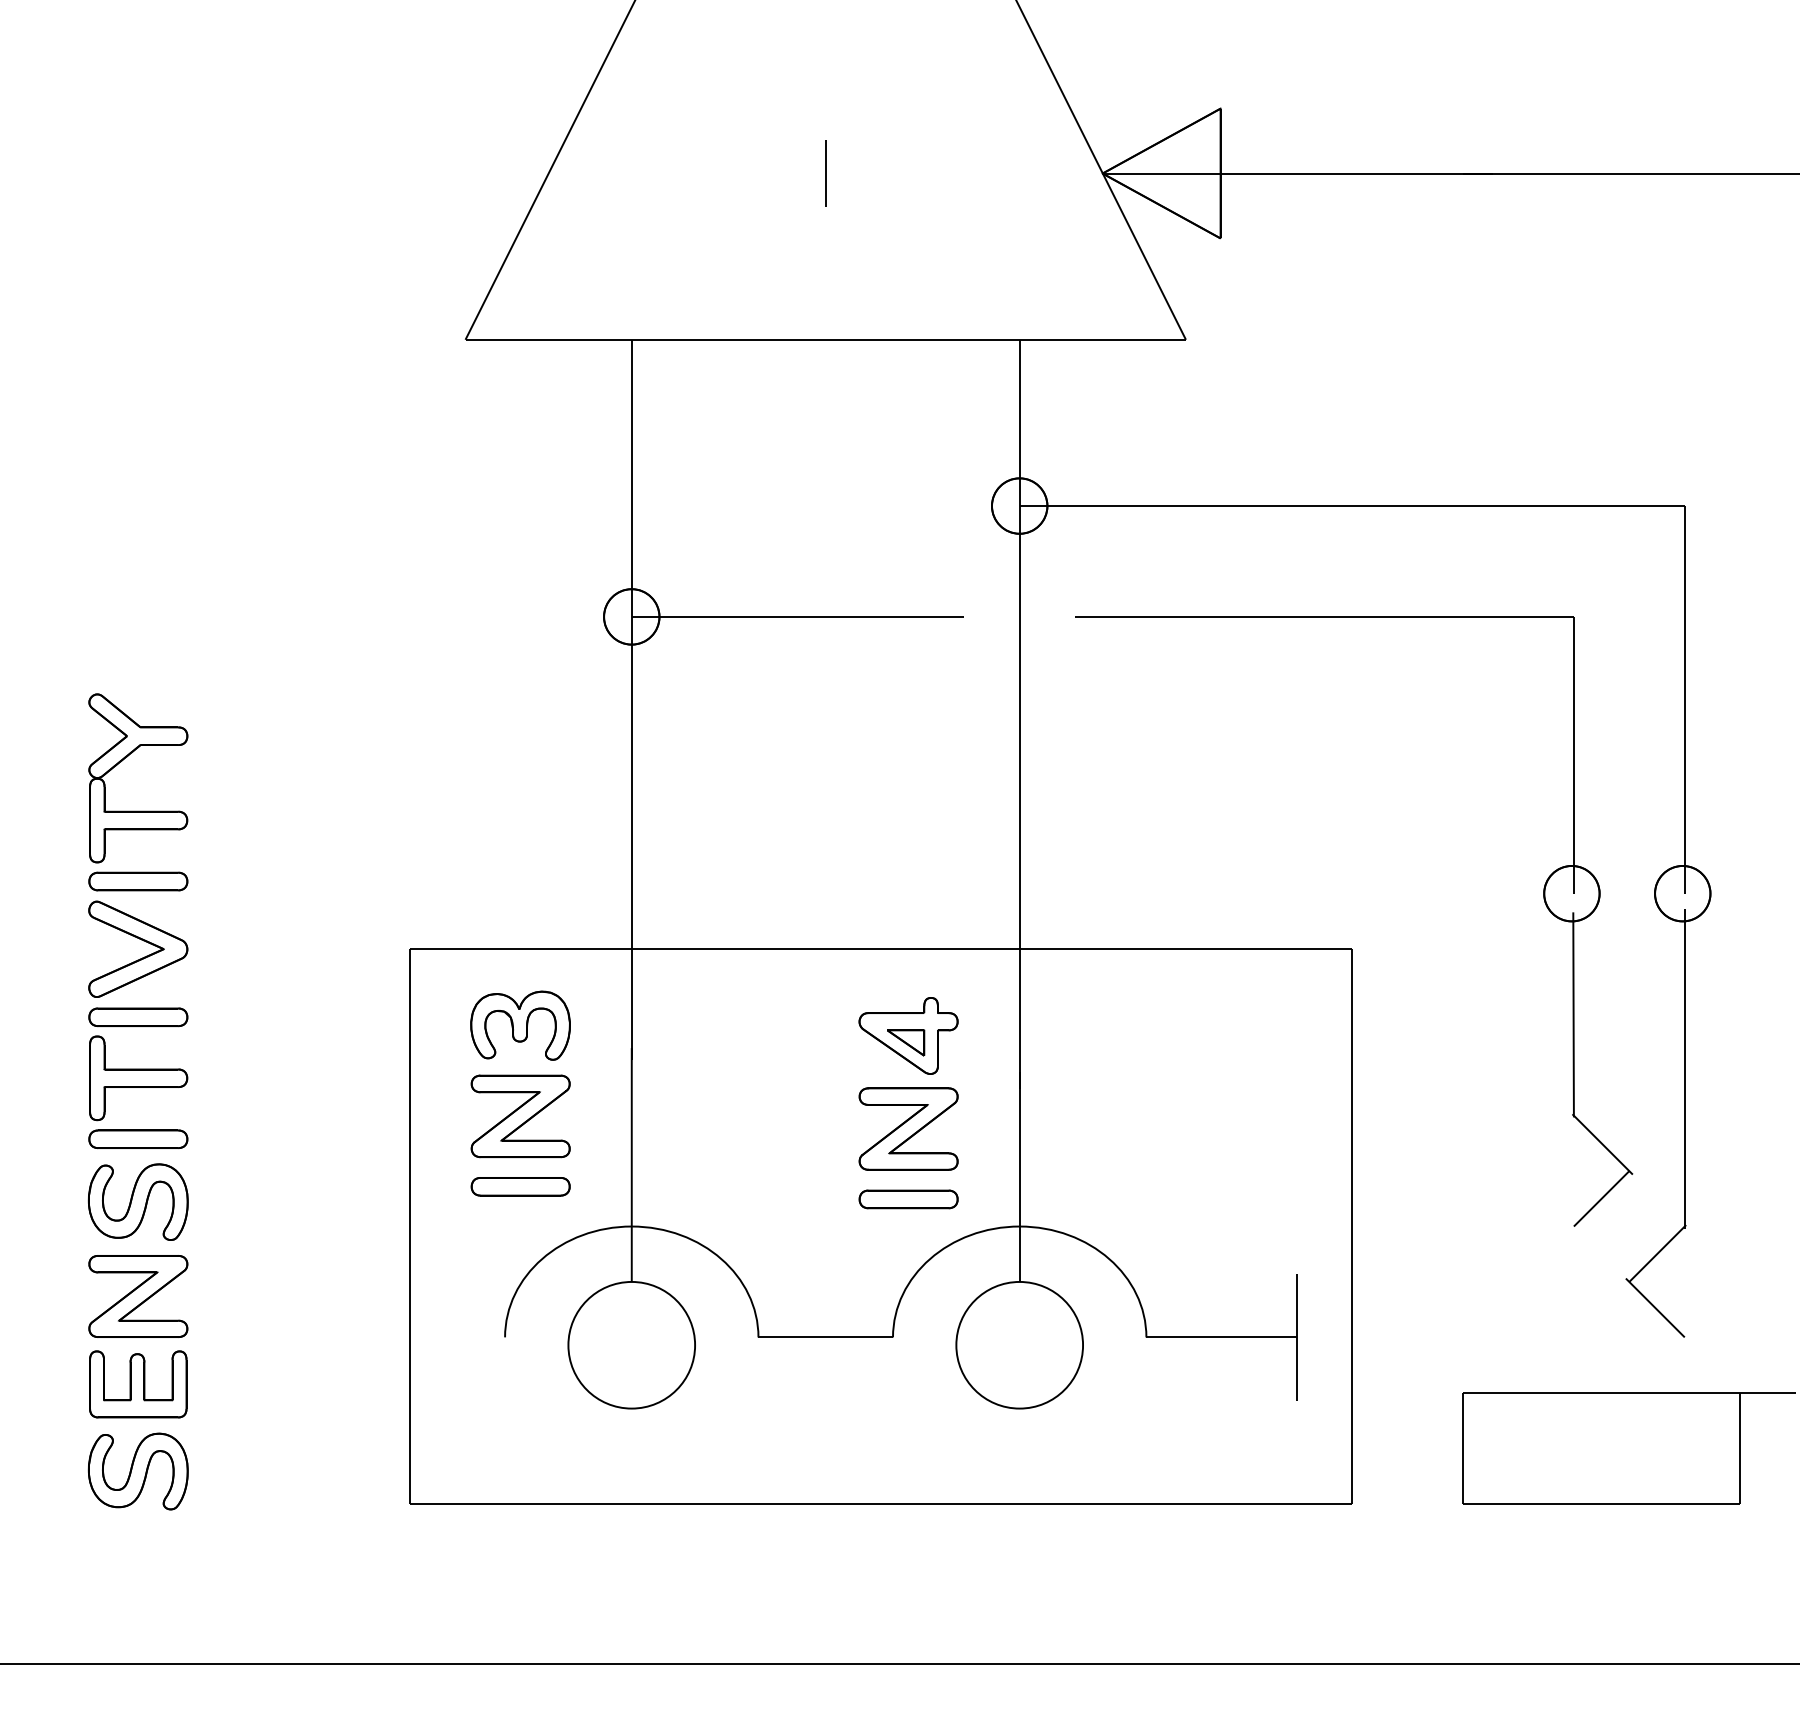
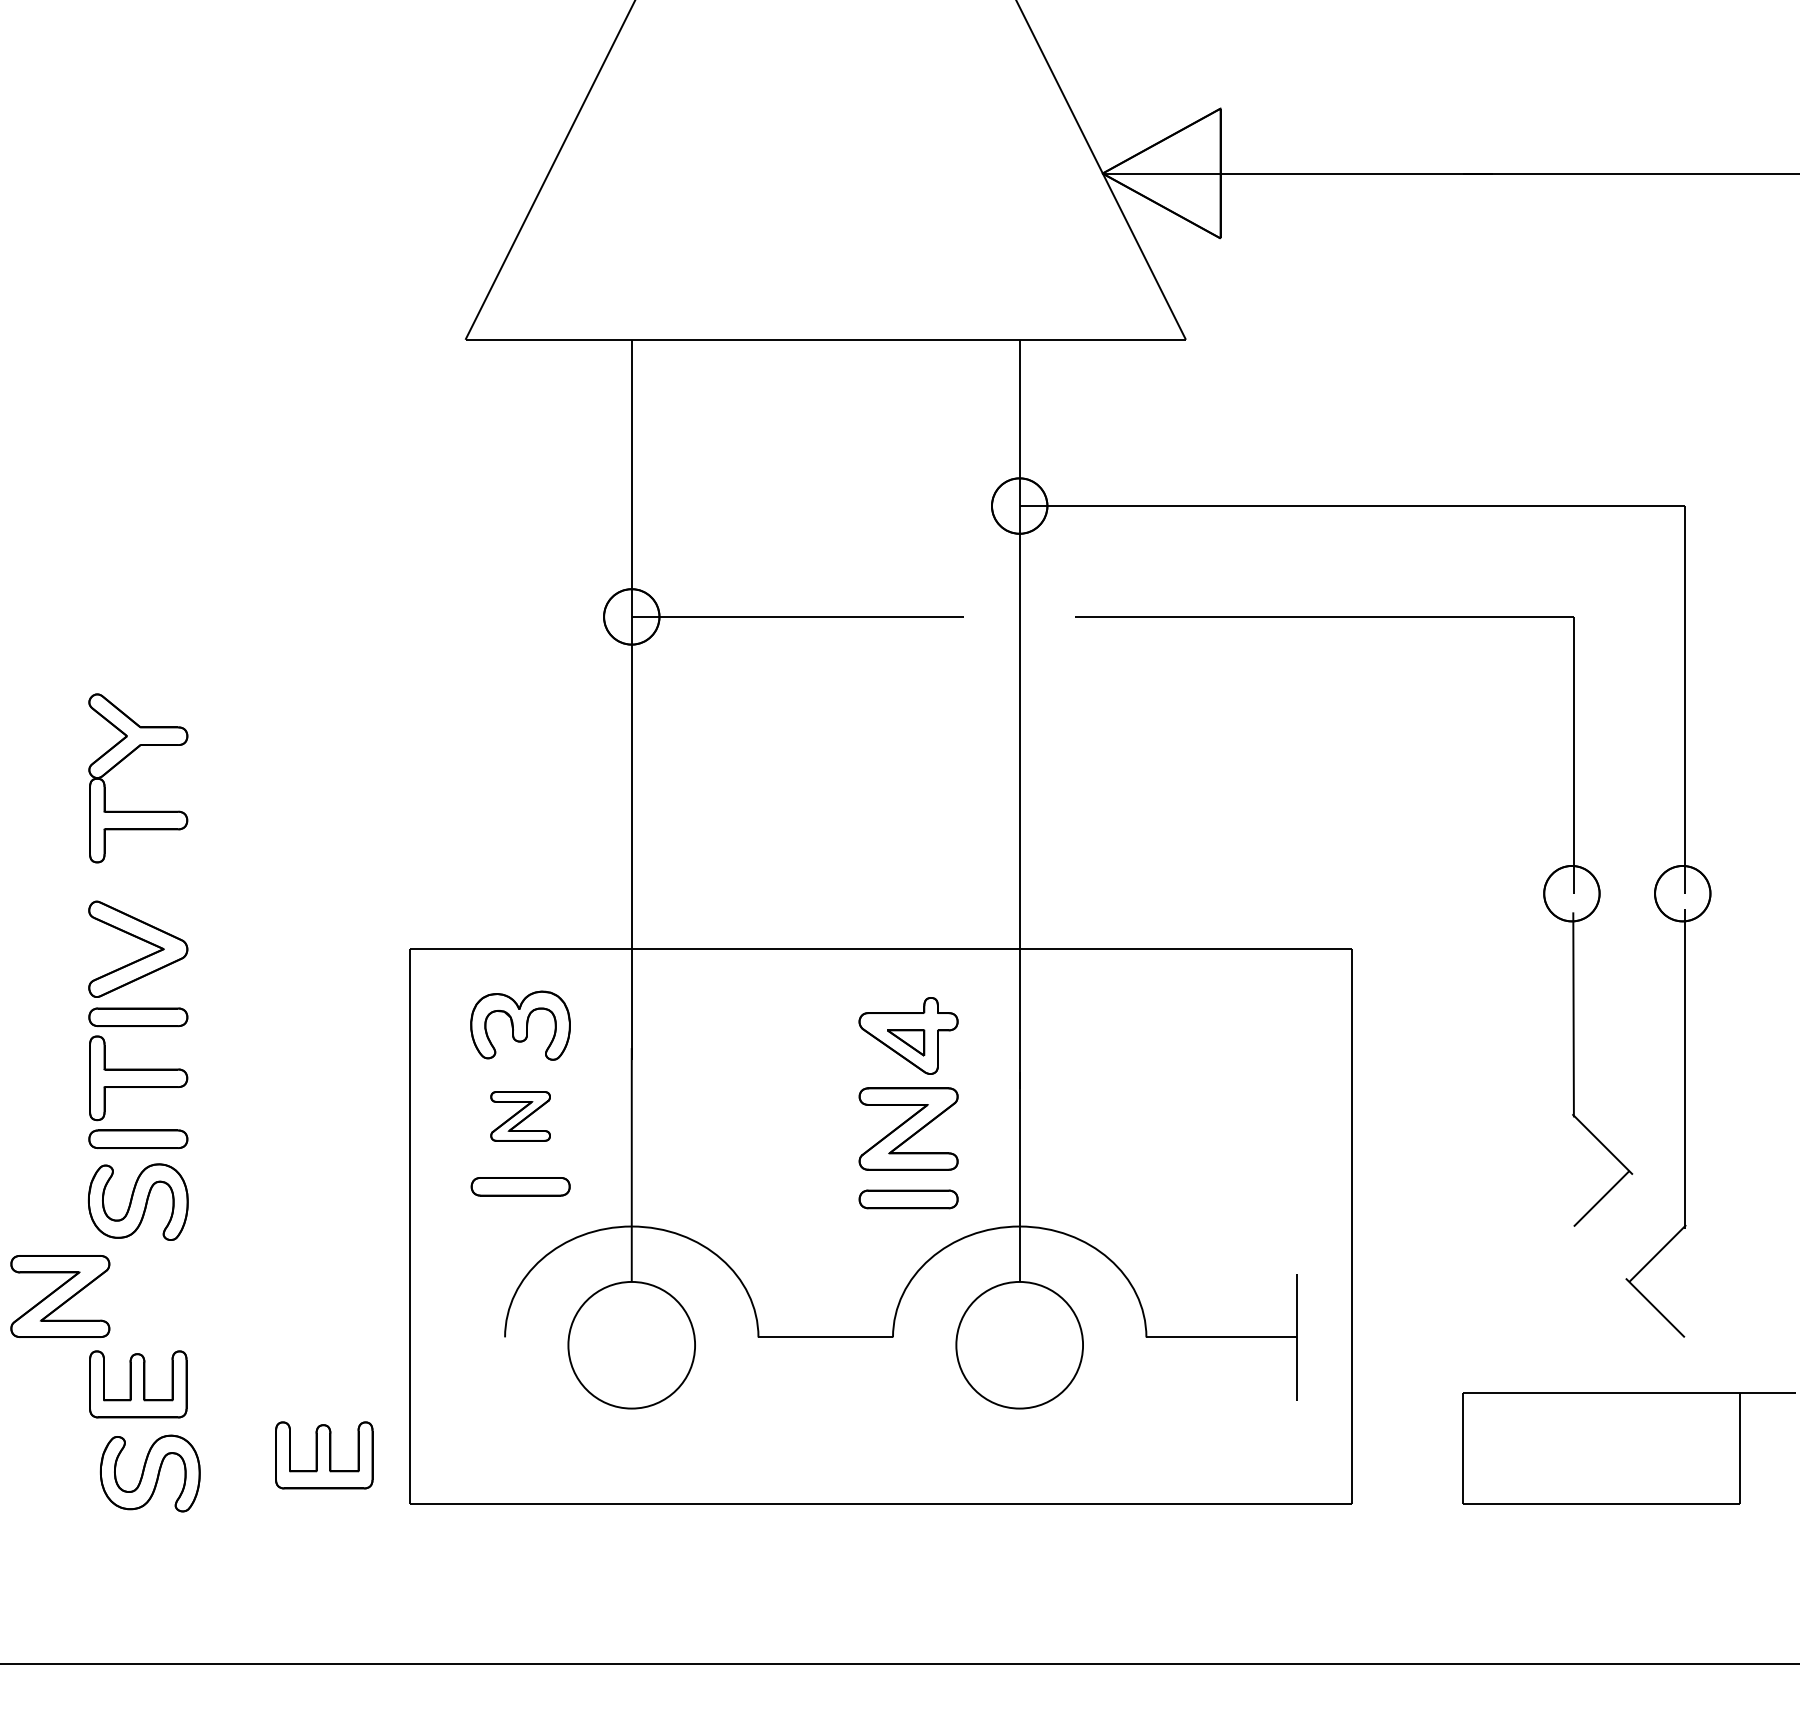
line at (825, 173): present -> none
part at (138, 881): present -> none
part at (520, 1116) size: 101x85 px -> 61x51 px
part at (138, 1296) position: (138, 1296) -> (60, 1296)
part at (324, 1455): none -> present
part at (137, 1471) position: (137, 1471) -> (149, 1473)
